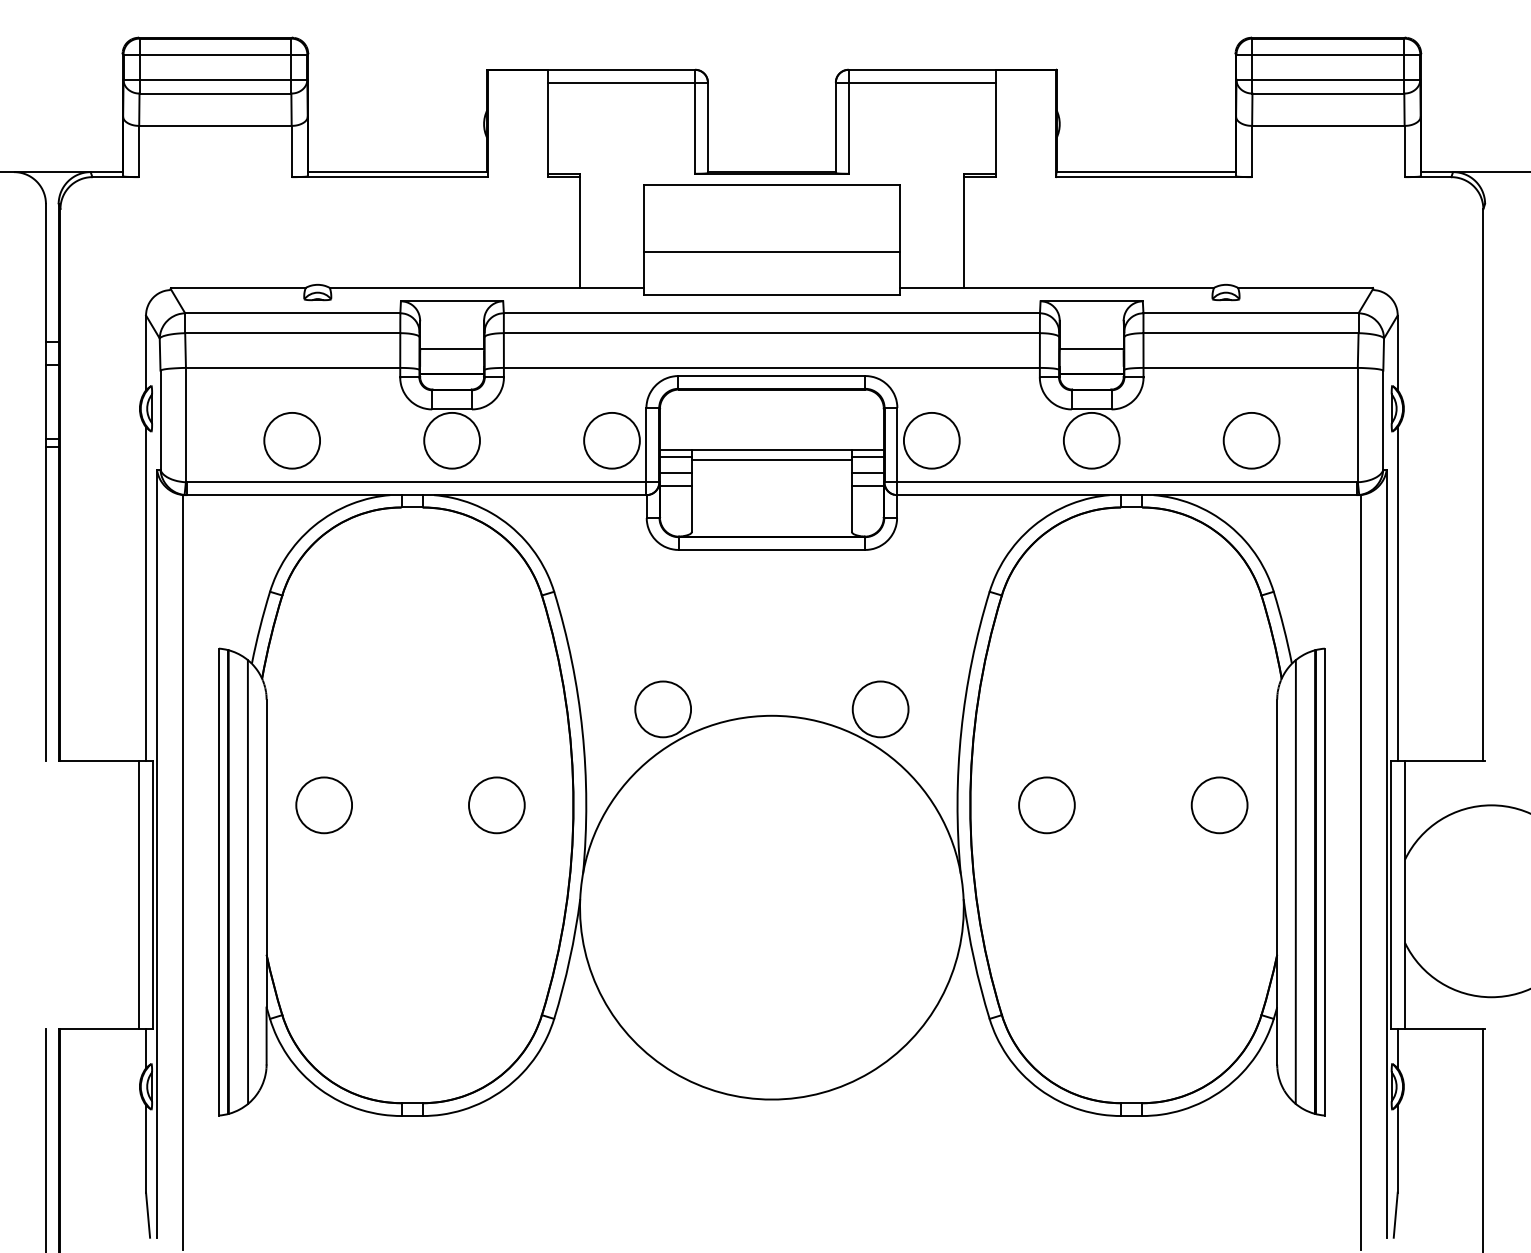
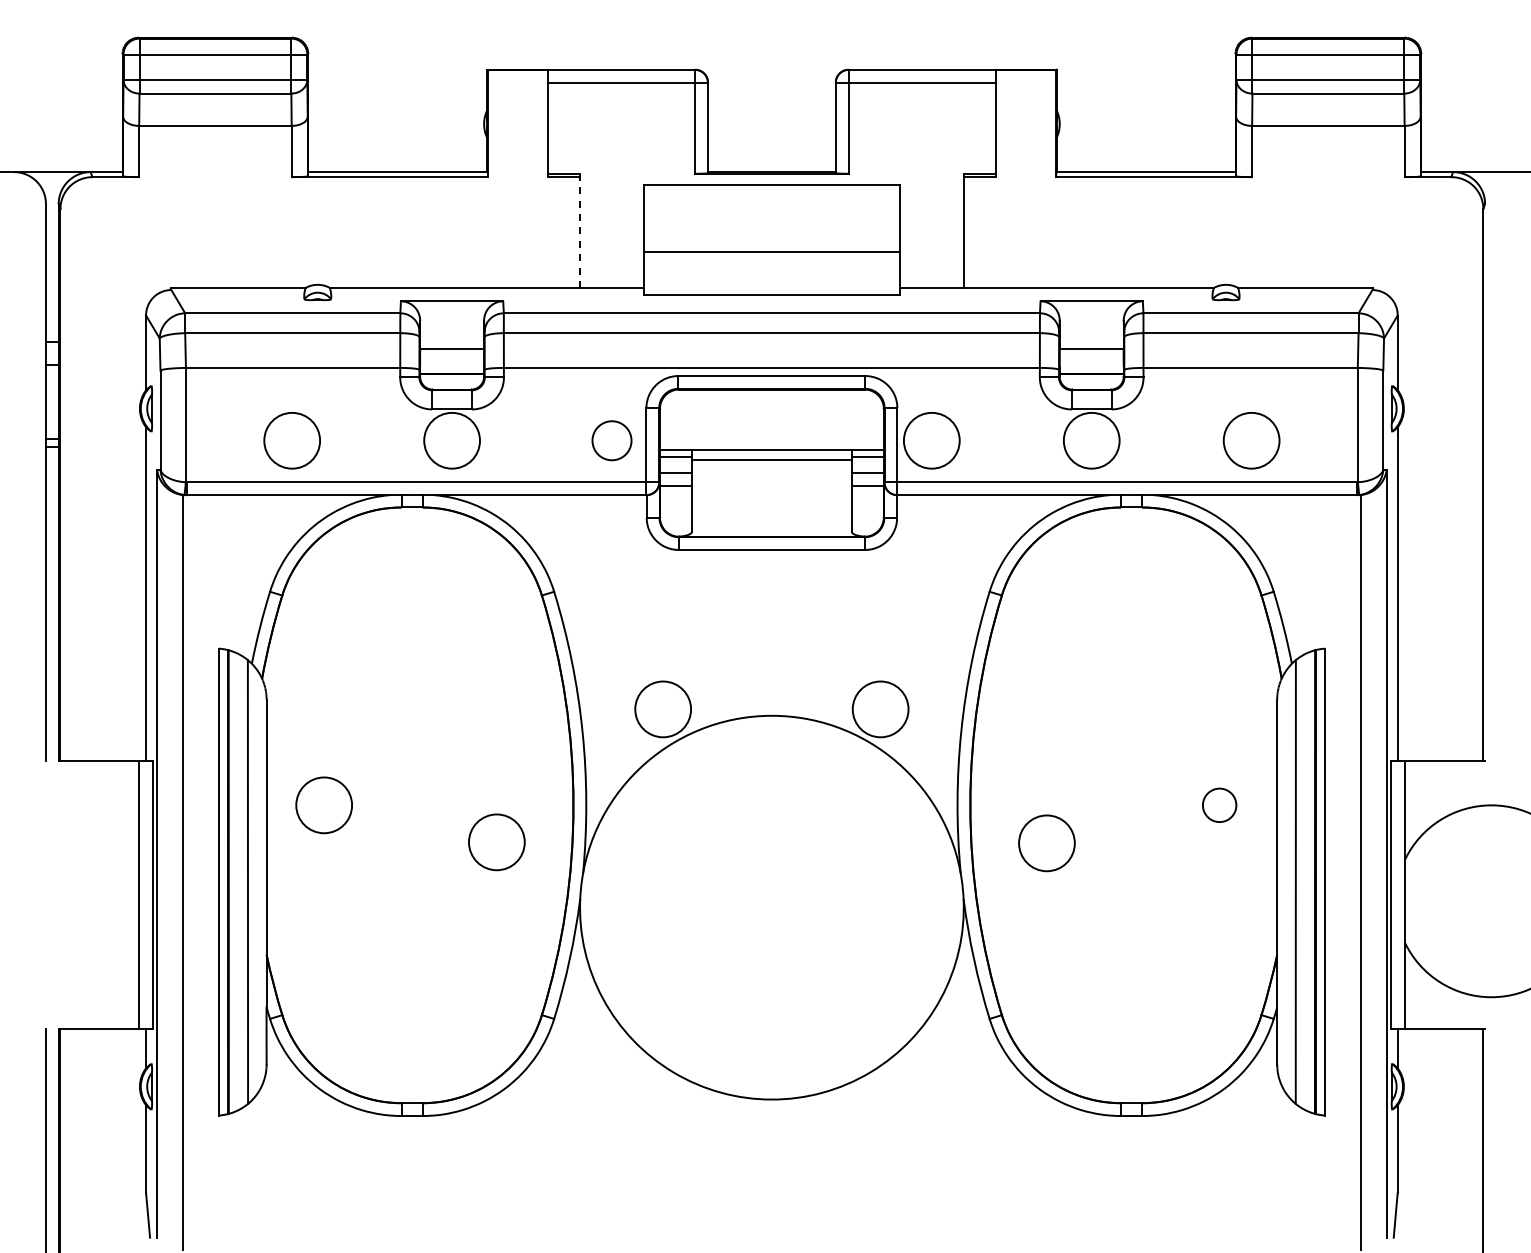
line at (580, 230): solid -> dashed
circle at (611, 440) diameter: 56 px -> 39 px
circle at (496, 805) position: (496, 805) -> (496, 842)
circle at (1046, 805) position: (1046, 805) -> (1046, 843)
circle at (1219, 805) diameter: 56 px -> 33 px
